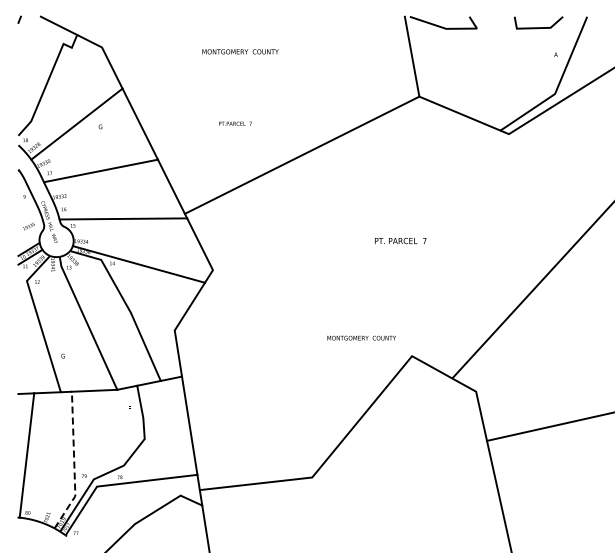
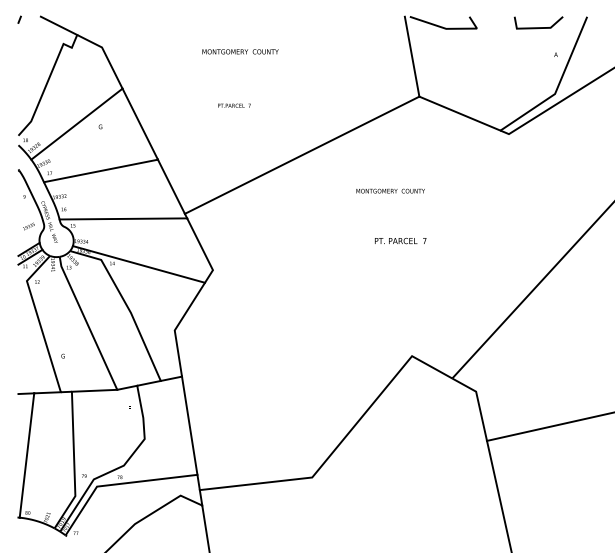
text at (235, 123) position: (235, 123) -> (234, 105)
text at (361, 337) position: (361, 337) -> (390, 190)
line at (74, 463): dashed -> solid
